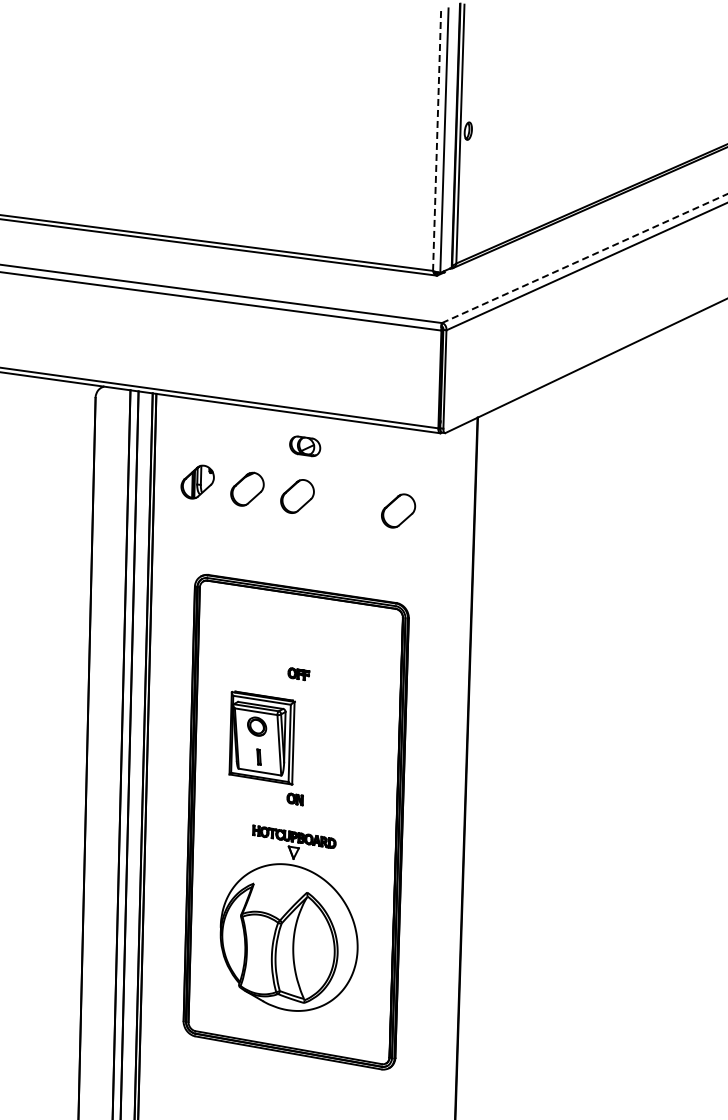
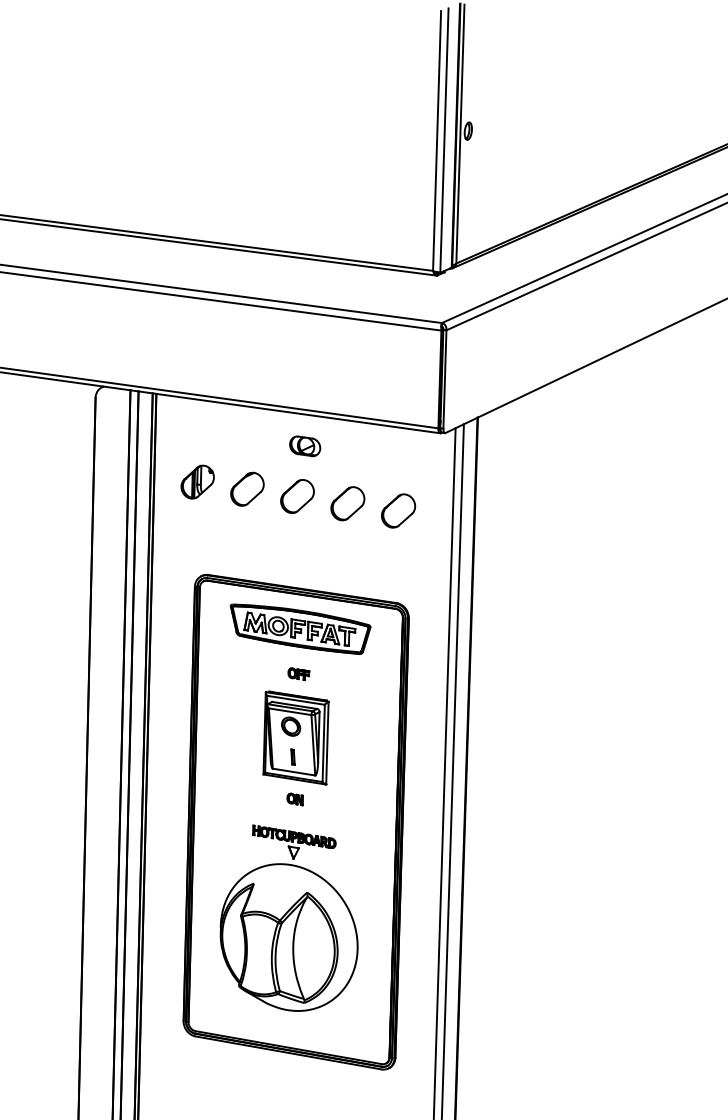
line at (437, 140): dashed -> solid
line at (584, 258): dashed -> solid
part at (347, 503): none -> present
part at (300, 628): none -> present
part at (261, 737) position: (261, 737) -> (295, 737)
line at (452, 770): none -> present
line at (444, 772): none -> present
